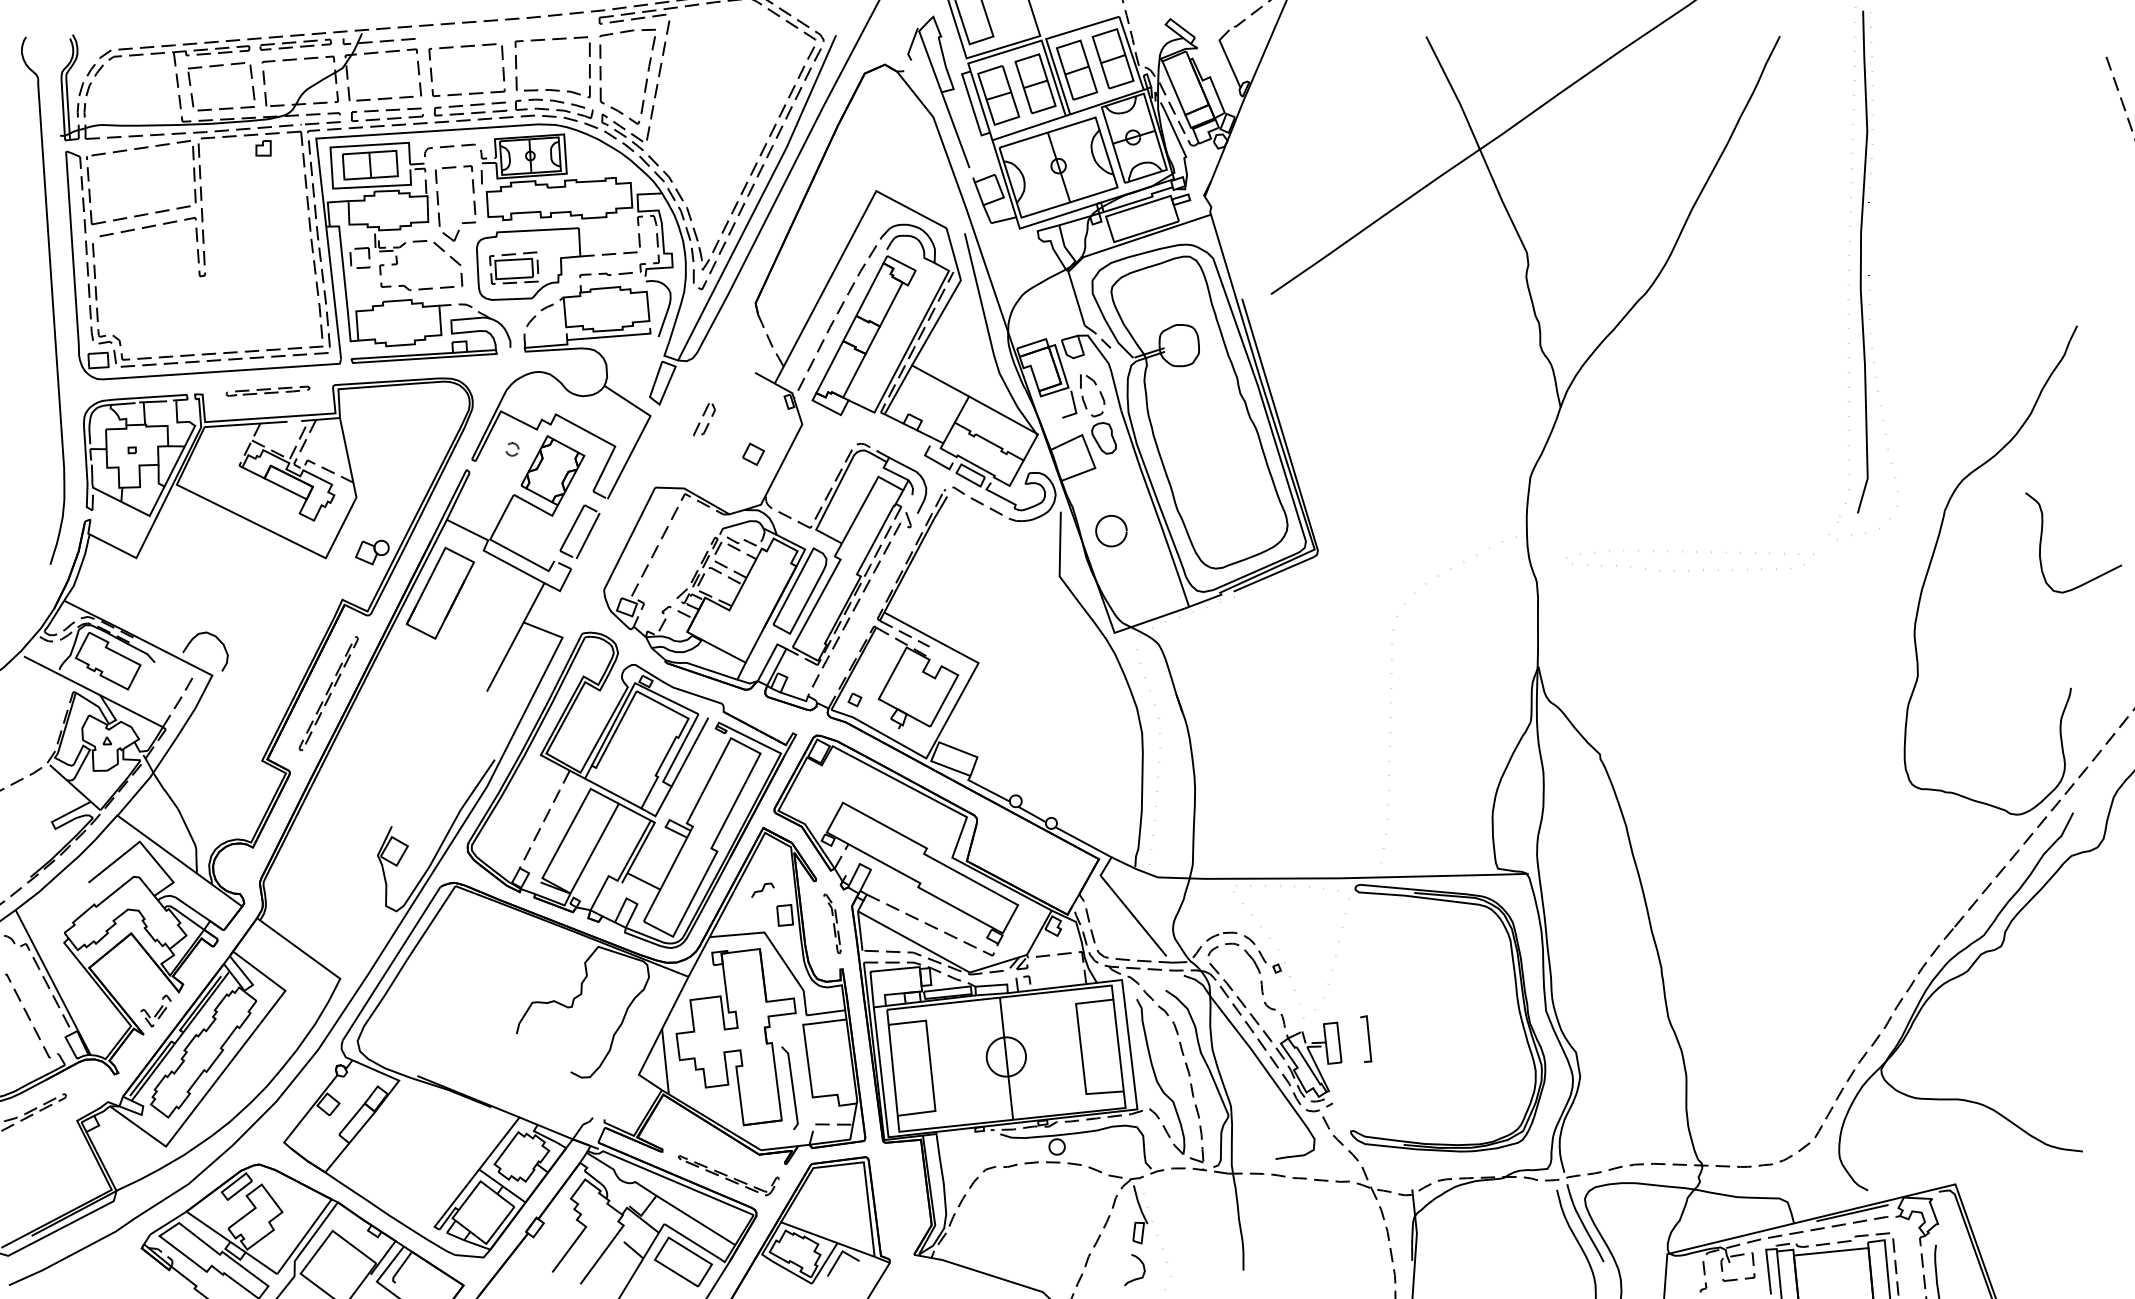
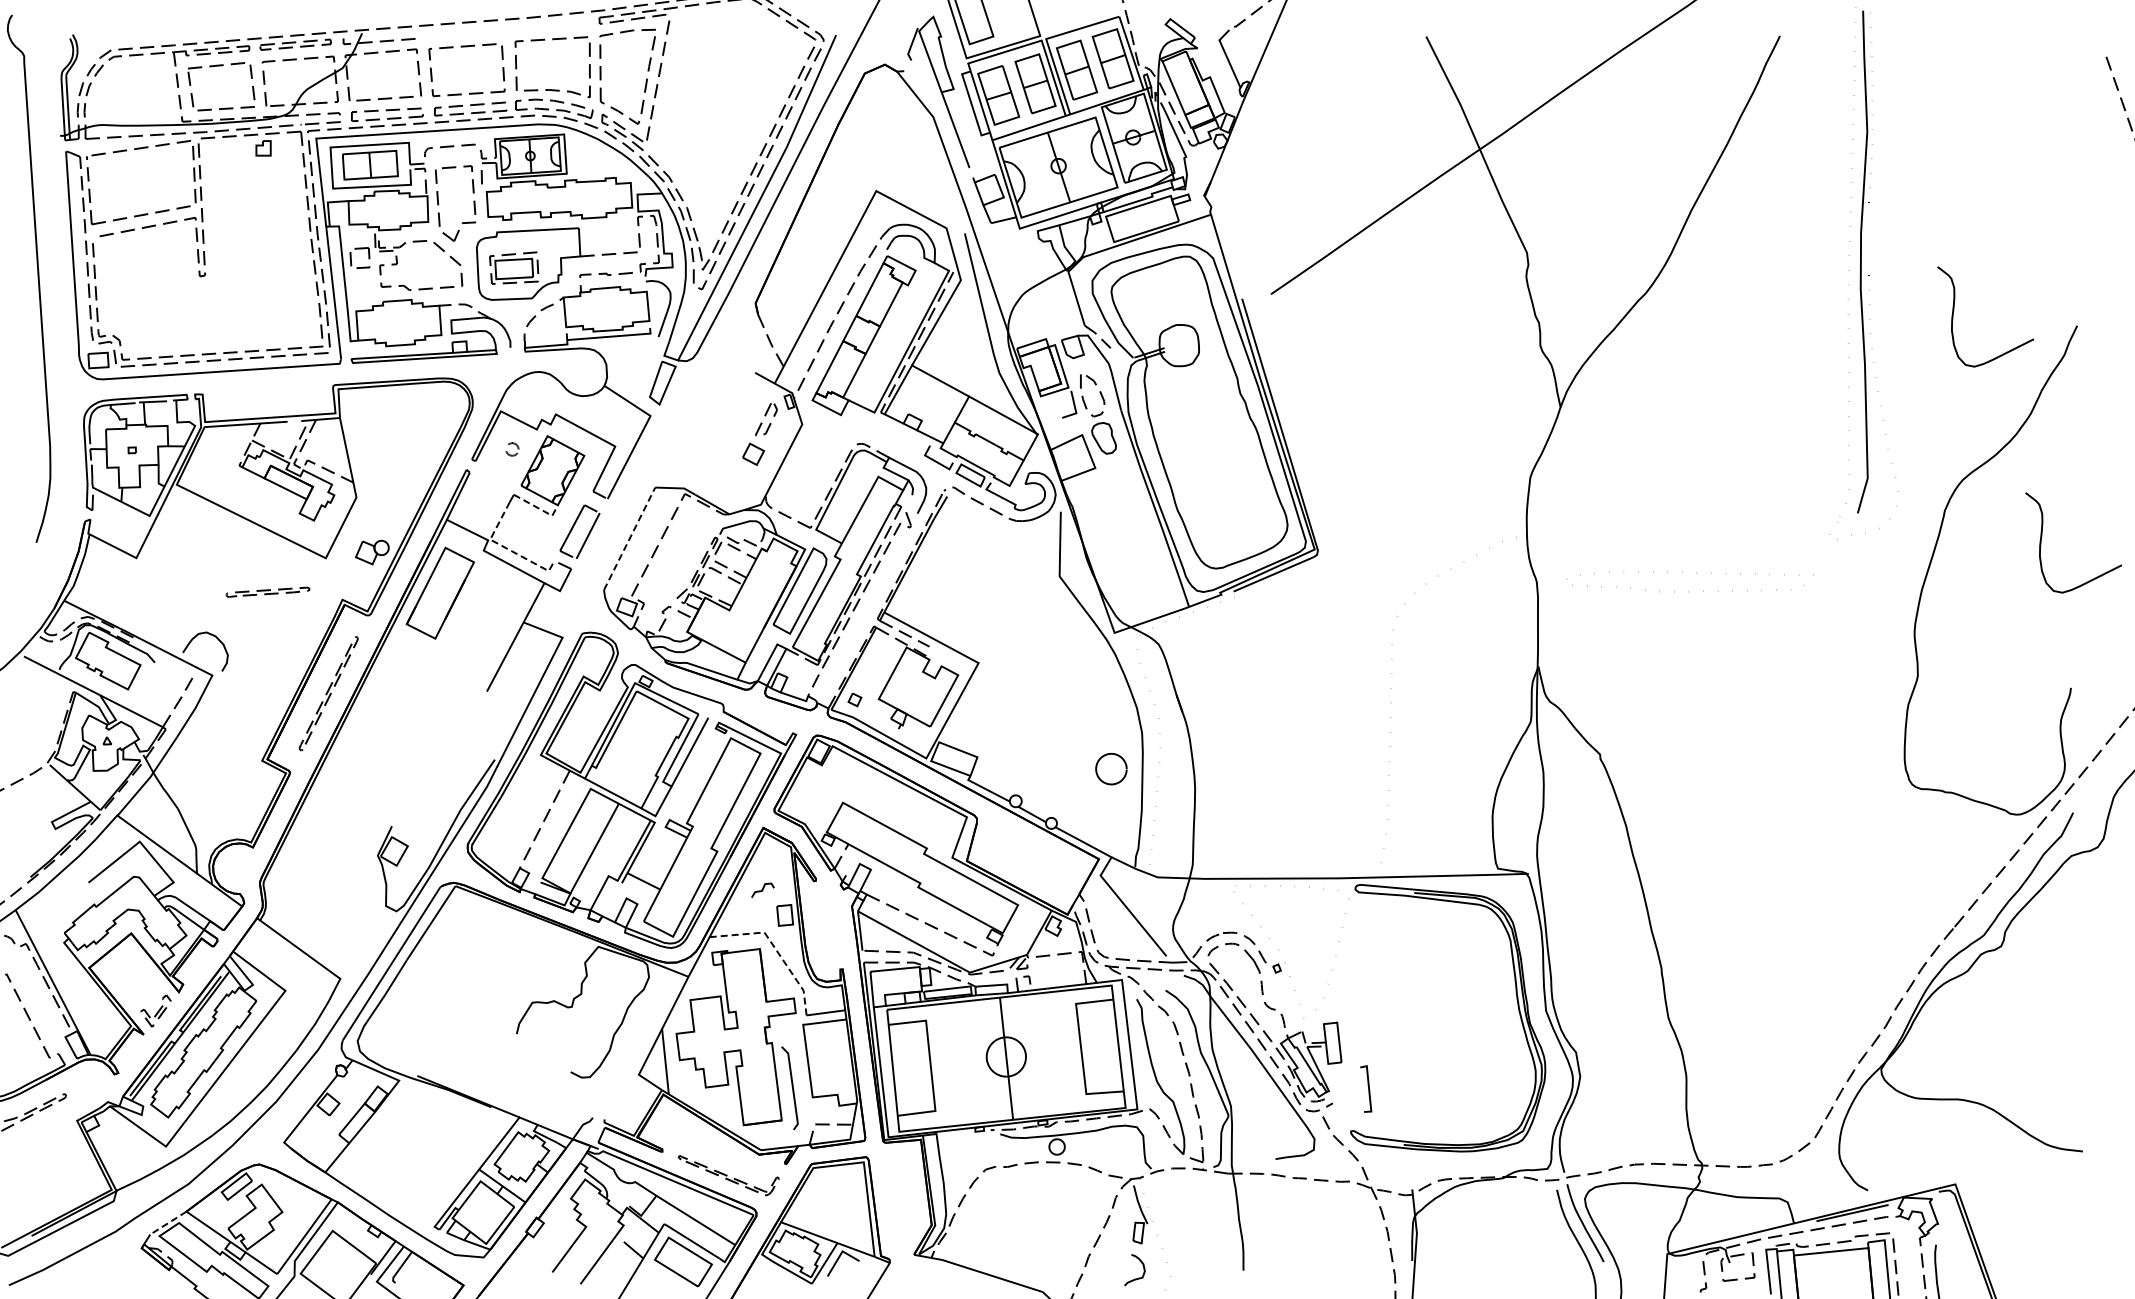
curve at (51, 300) position: (51, 300) -> (37, 278)
curve at (1954, 310): none -> present
part at (267, 390) position: (267, 390) -> (267, 591)
part at (704, 419) position: (704, 419) -> (766, 419)
line at (539, 508): solid -> dashed
curve at (1114, 517) position: (1114, 517) -> (1114, 755)
line at (629, 538): solid -> dashed
line at (505, 548): solid -> dashed
part at (1688, 570) position: (1688, 570) -> (1688, 591)
part at (832, 923): present -> none
line at (775, 948): solid -> dashed
line at (1368, 1038) position: (1368, 1038) -> (1368, 1088)
line at (167, 1223): solid -> dashed
